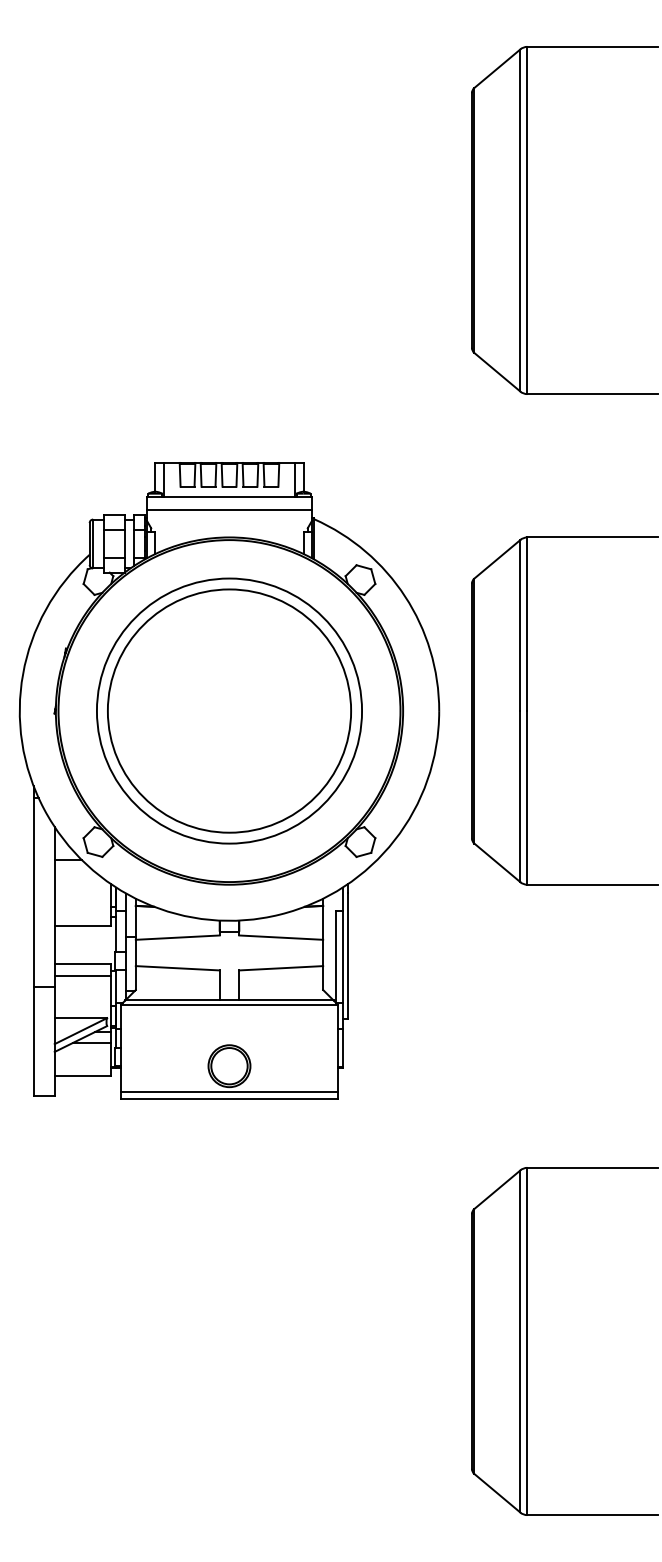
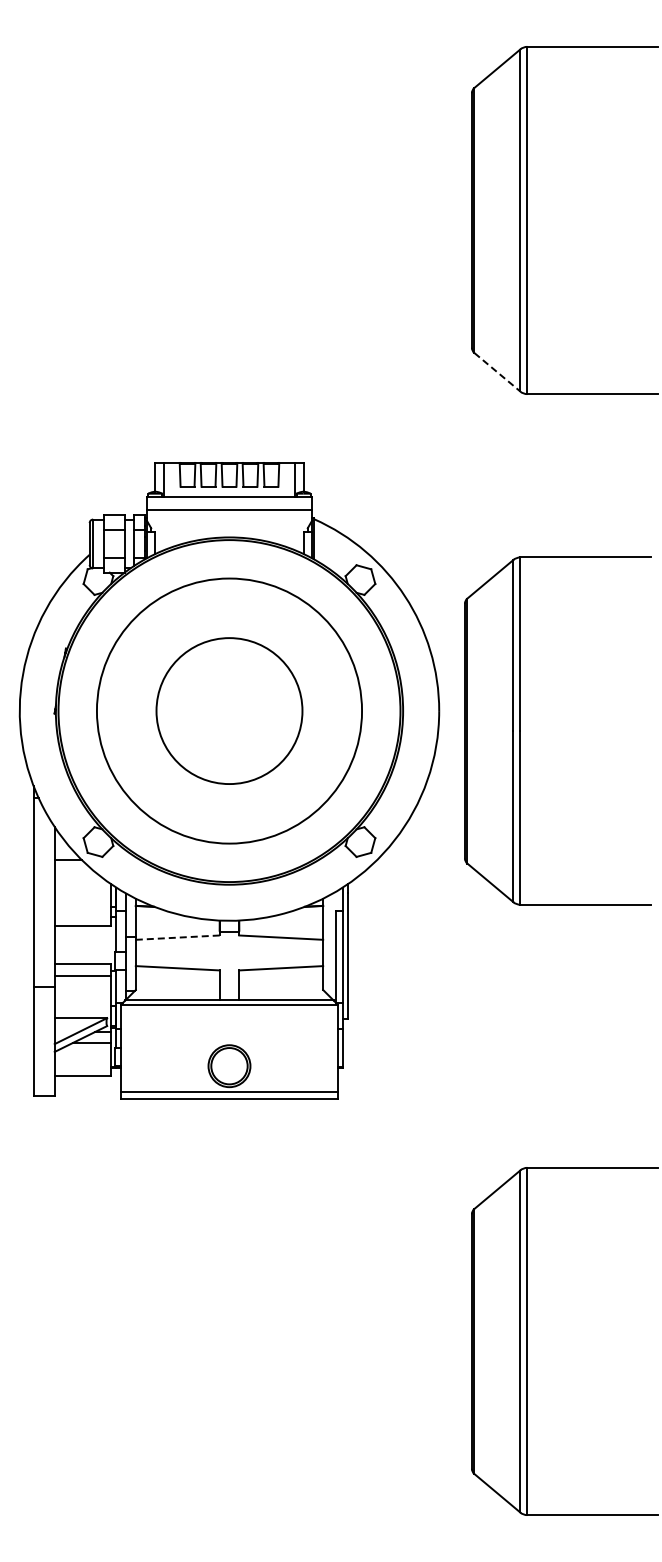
line at (497, 372): solid -> dashed
circle at (229, 710) diameter: 243 px -> 146 px
part at (527, 710) position: (527, 710) -> (520, 730)
line at (177, 937): solid -> dashed
